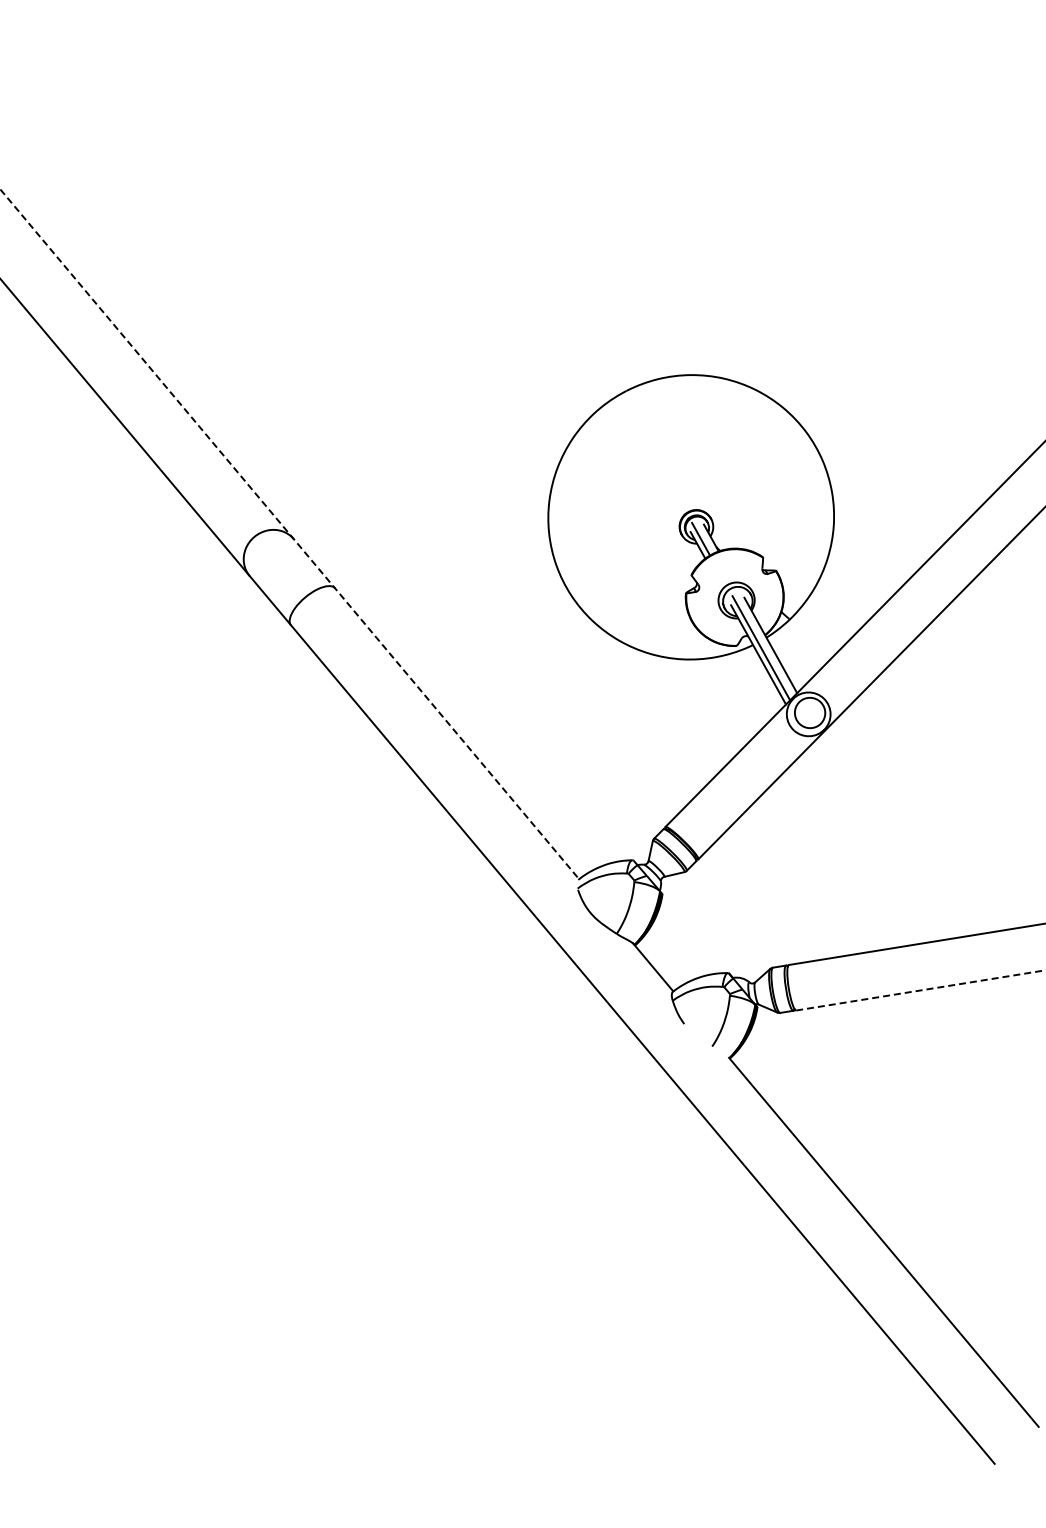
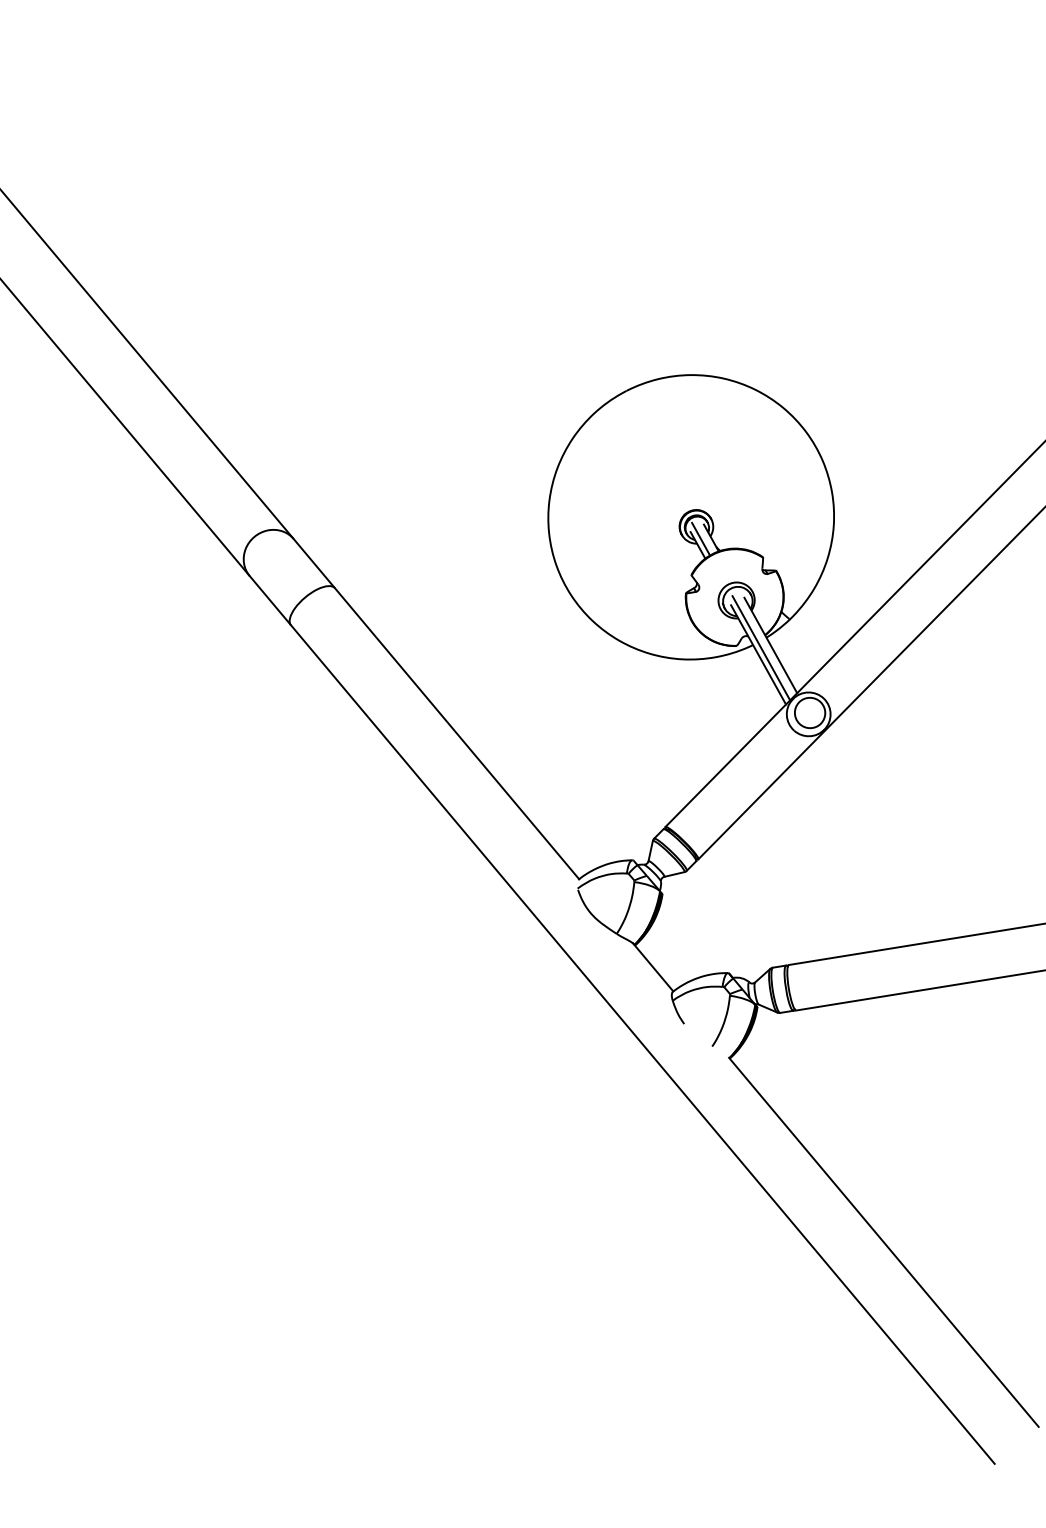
line at (290, 534): dashed -> solid
line at (921, 990): dashed -> solid
